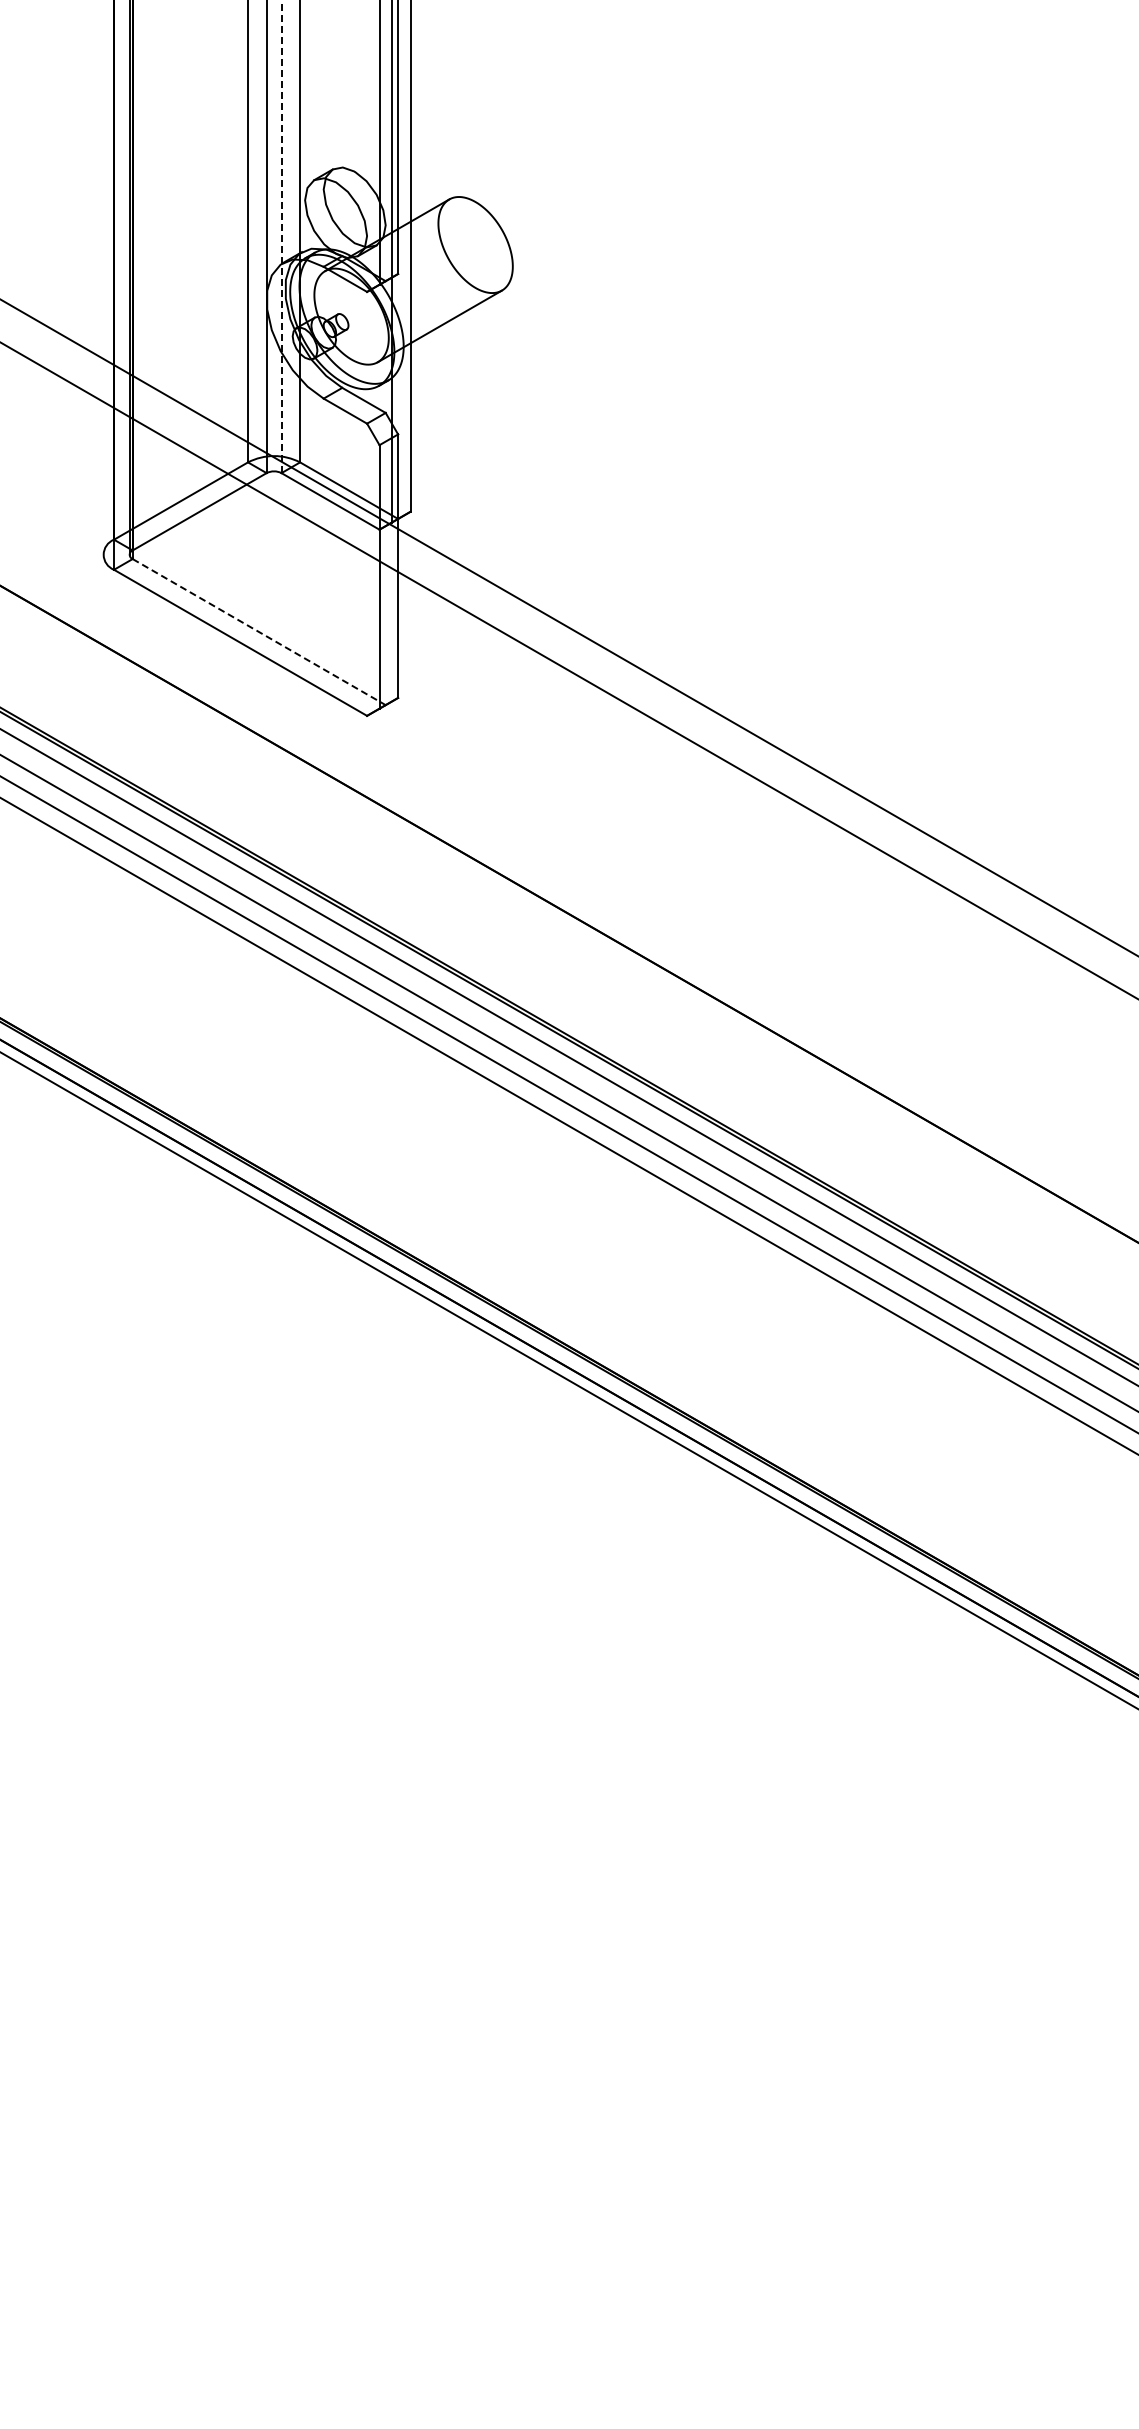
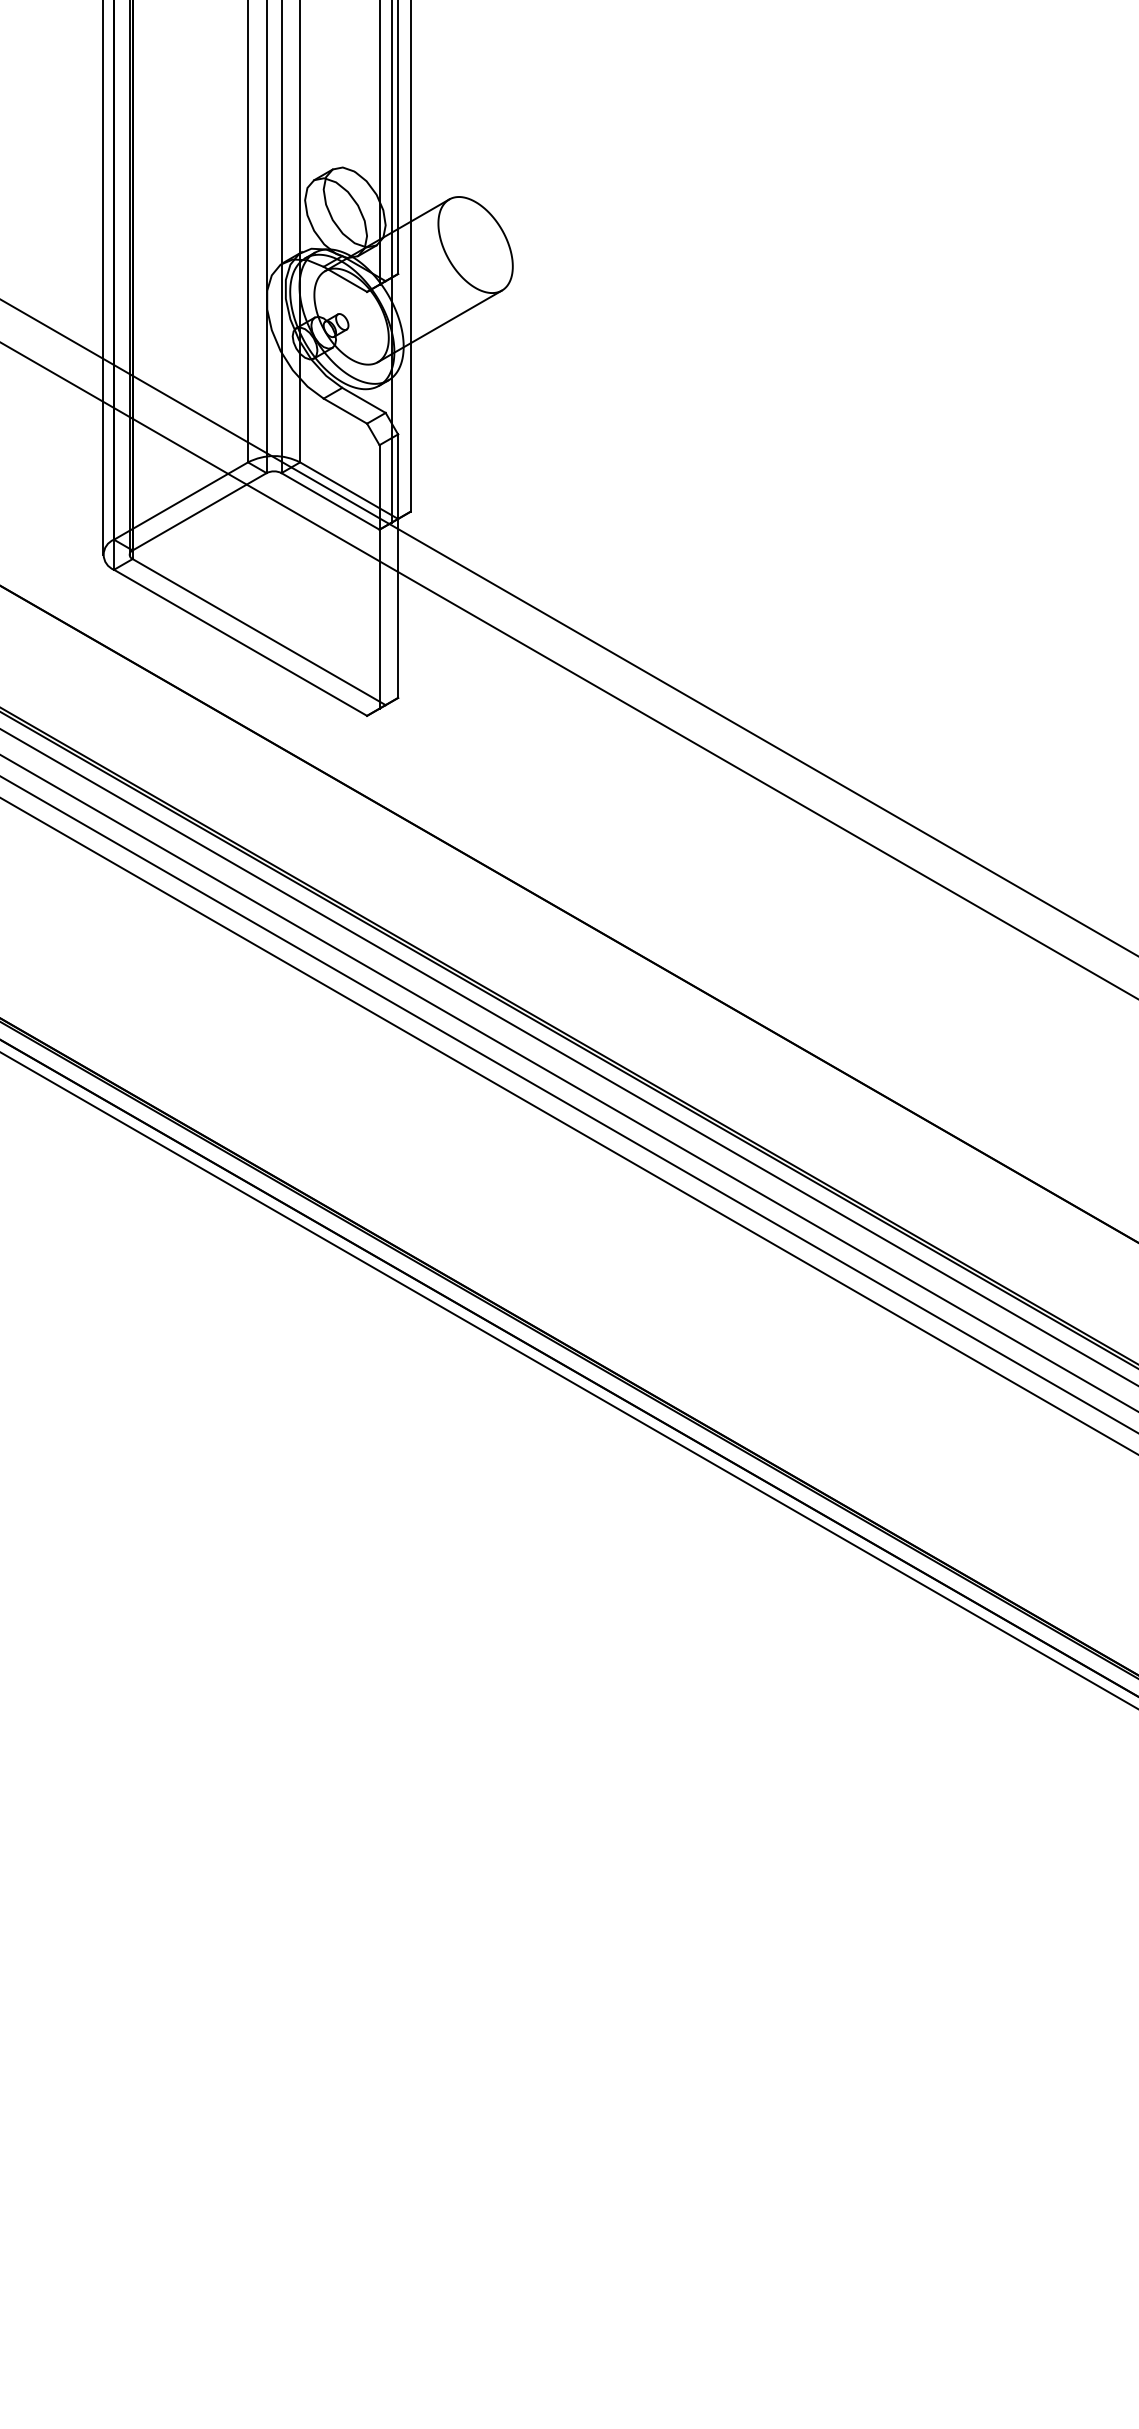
line at (281, 236): dashed -> solid
line at (103, 278): none -> present
line at (259, 632): dashed -> solid
